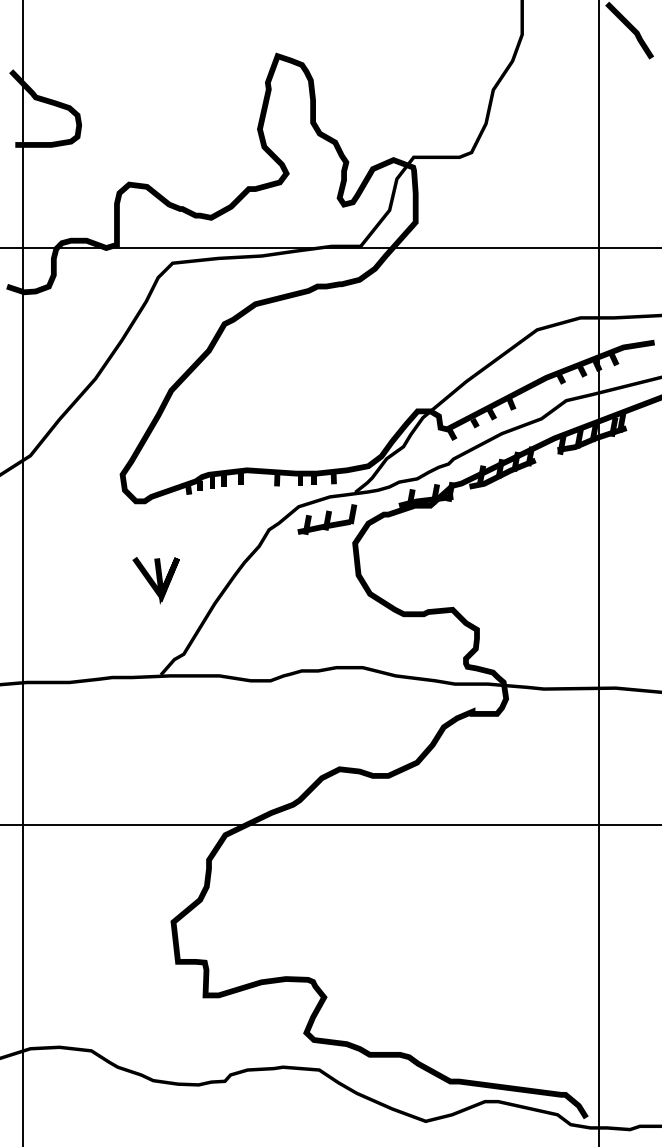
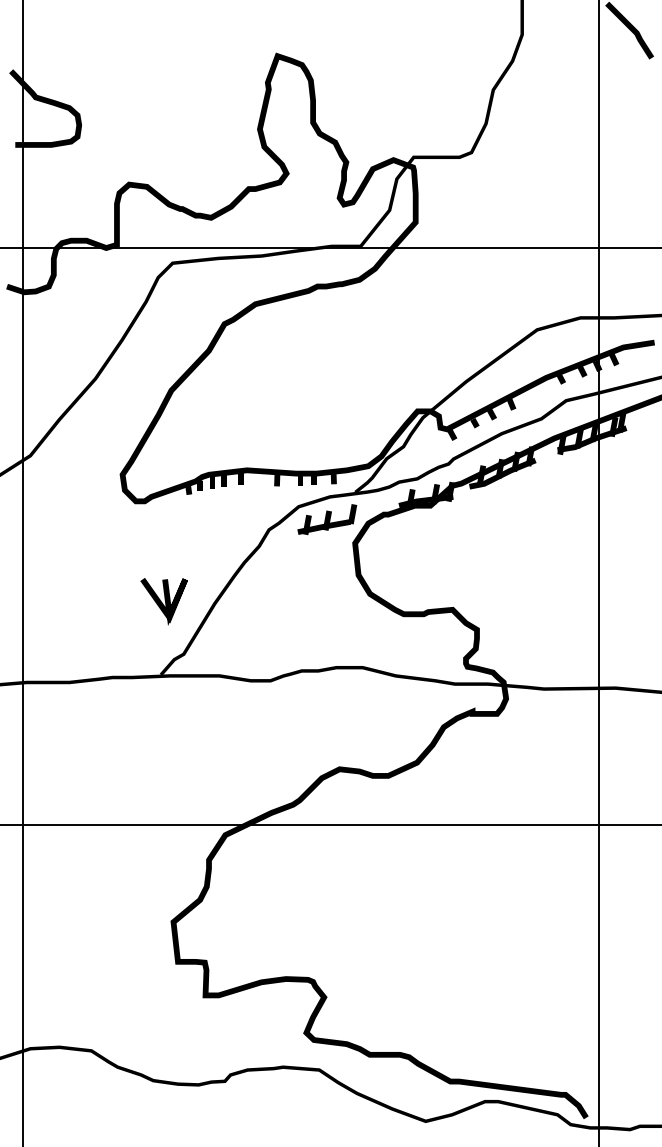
line at (156, 579) position: (156, 579) -> (164, 600)
